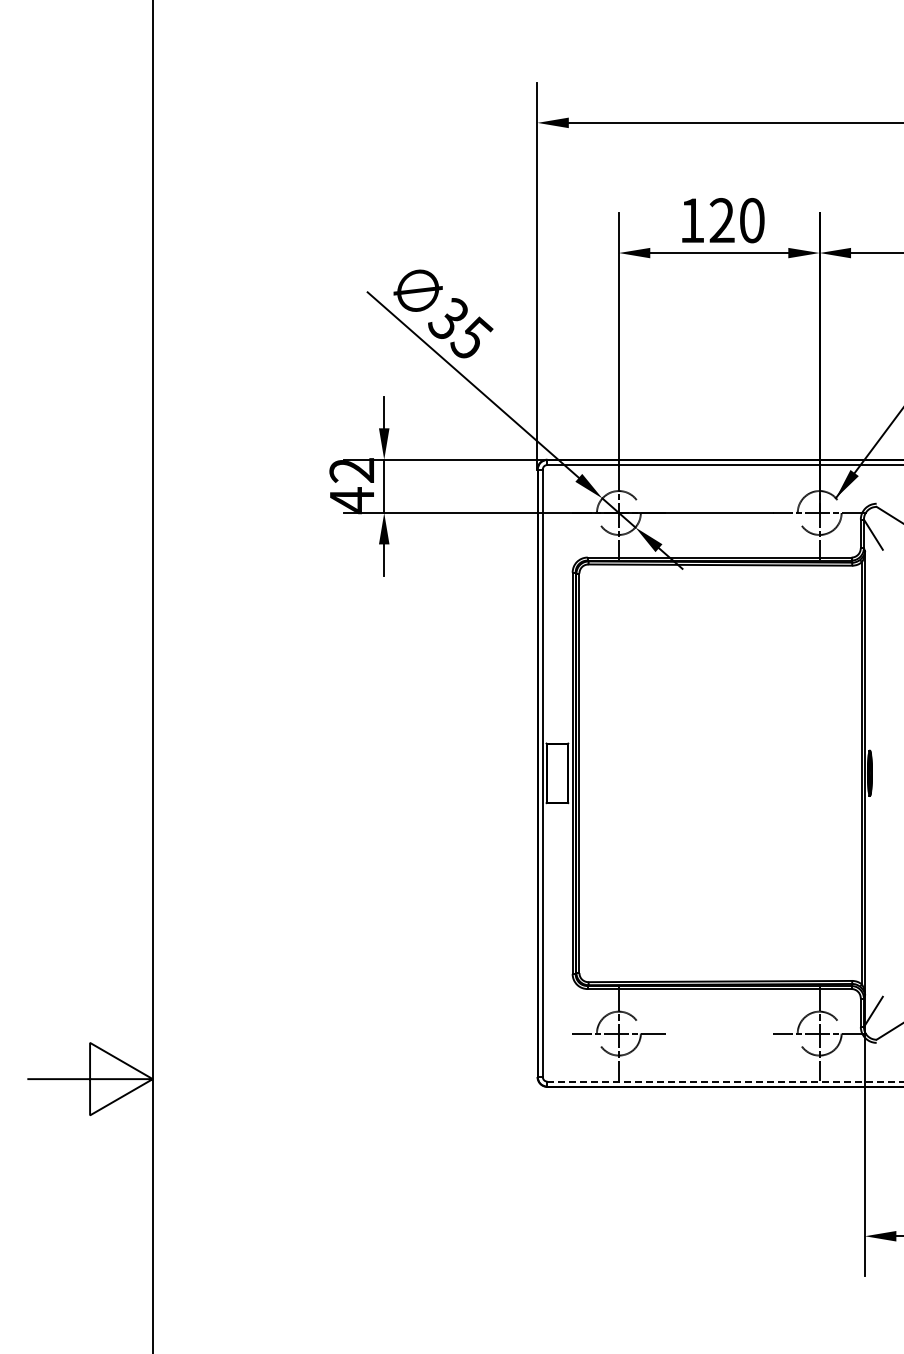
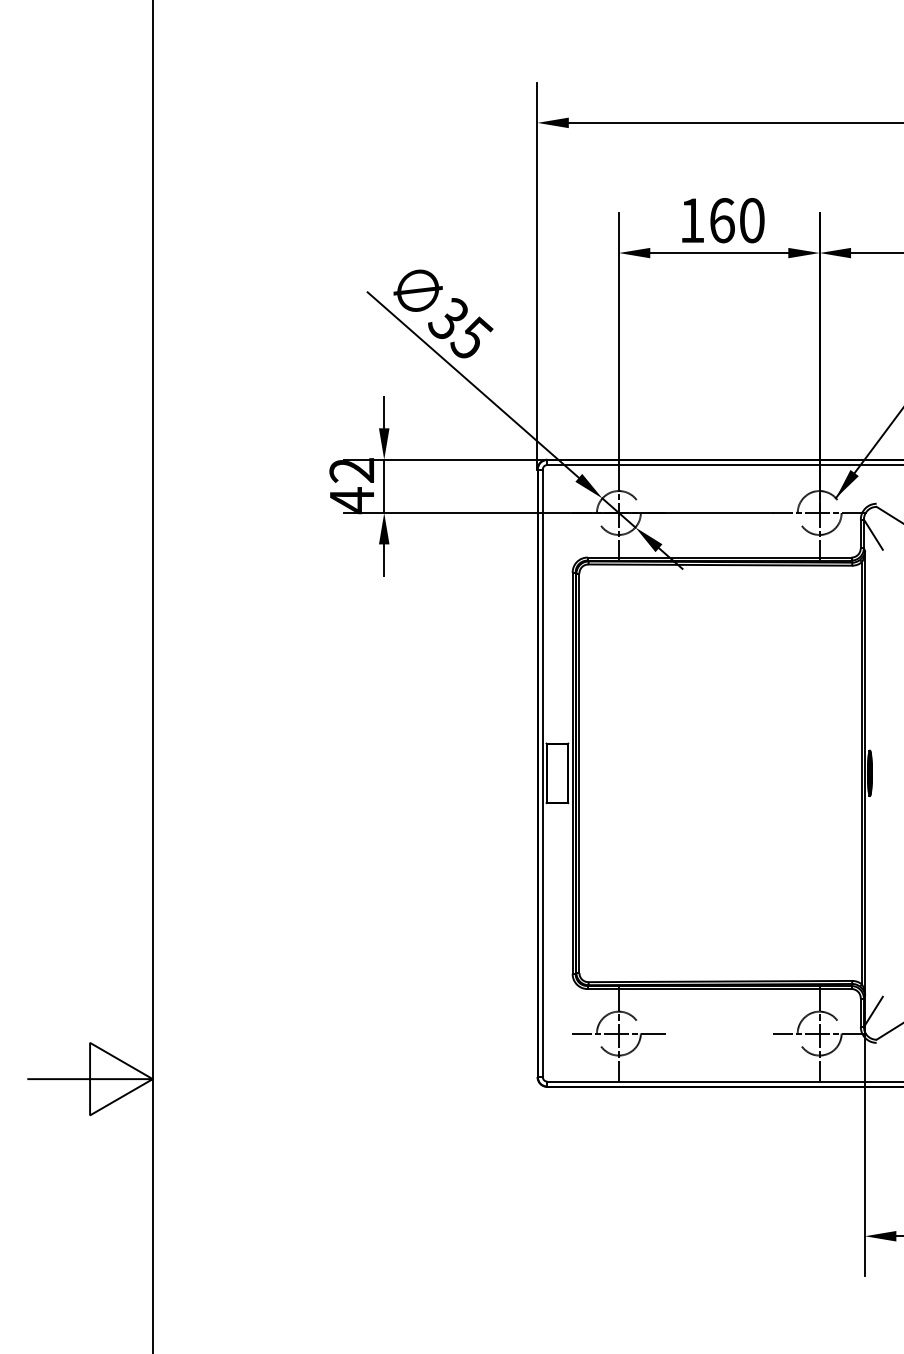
text at (721, 220): 120 -> 160
line at (725, 1081): dashed -> solid
